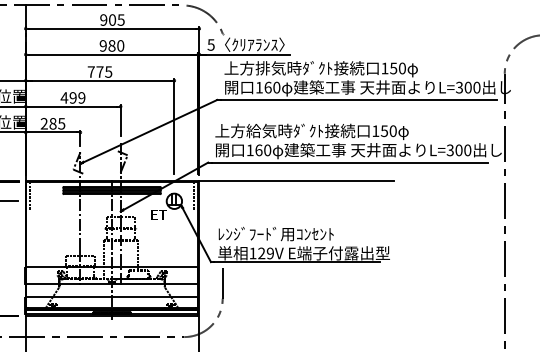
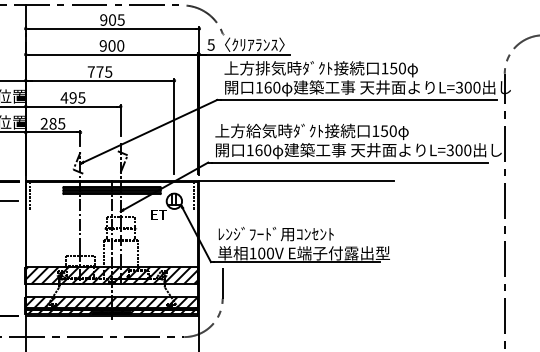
text at (111, 46): 980 -> 900
text at (81, 97): 499 -> 495
text at (265, 253): 129V -> 100V
hatch at (111, 275): none -> present
hatch at (111, 305): none -> present
